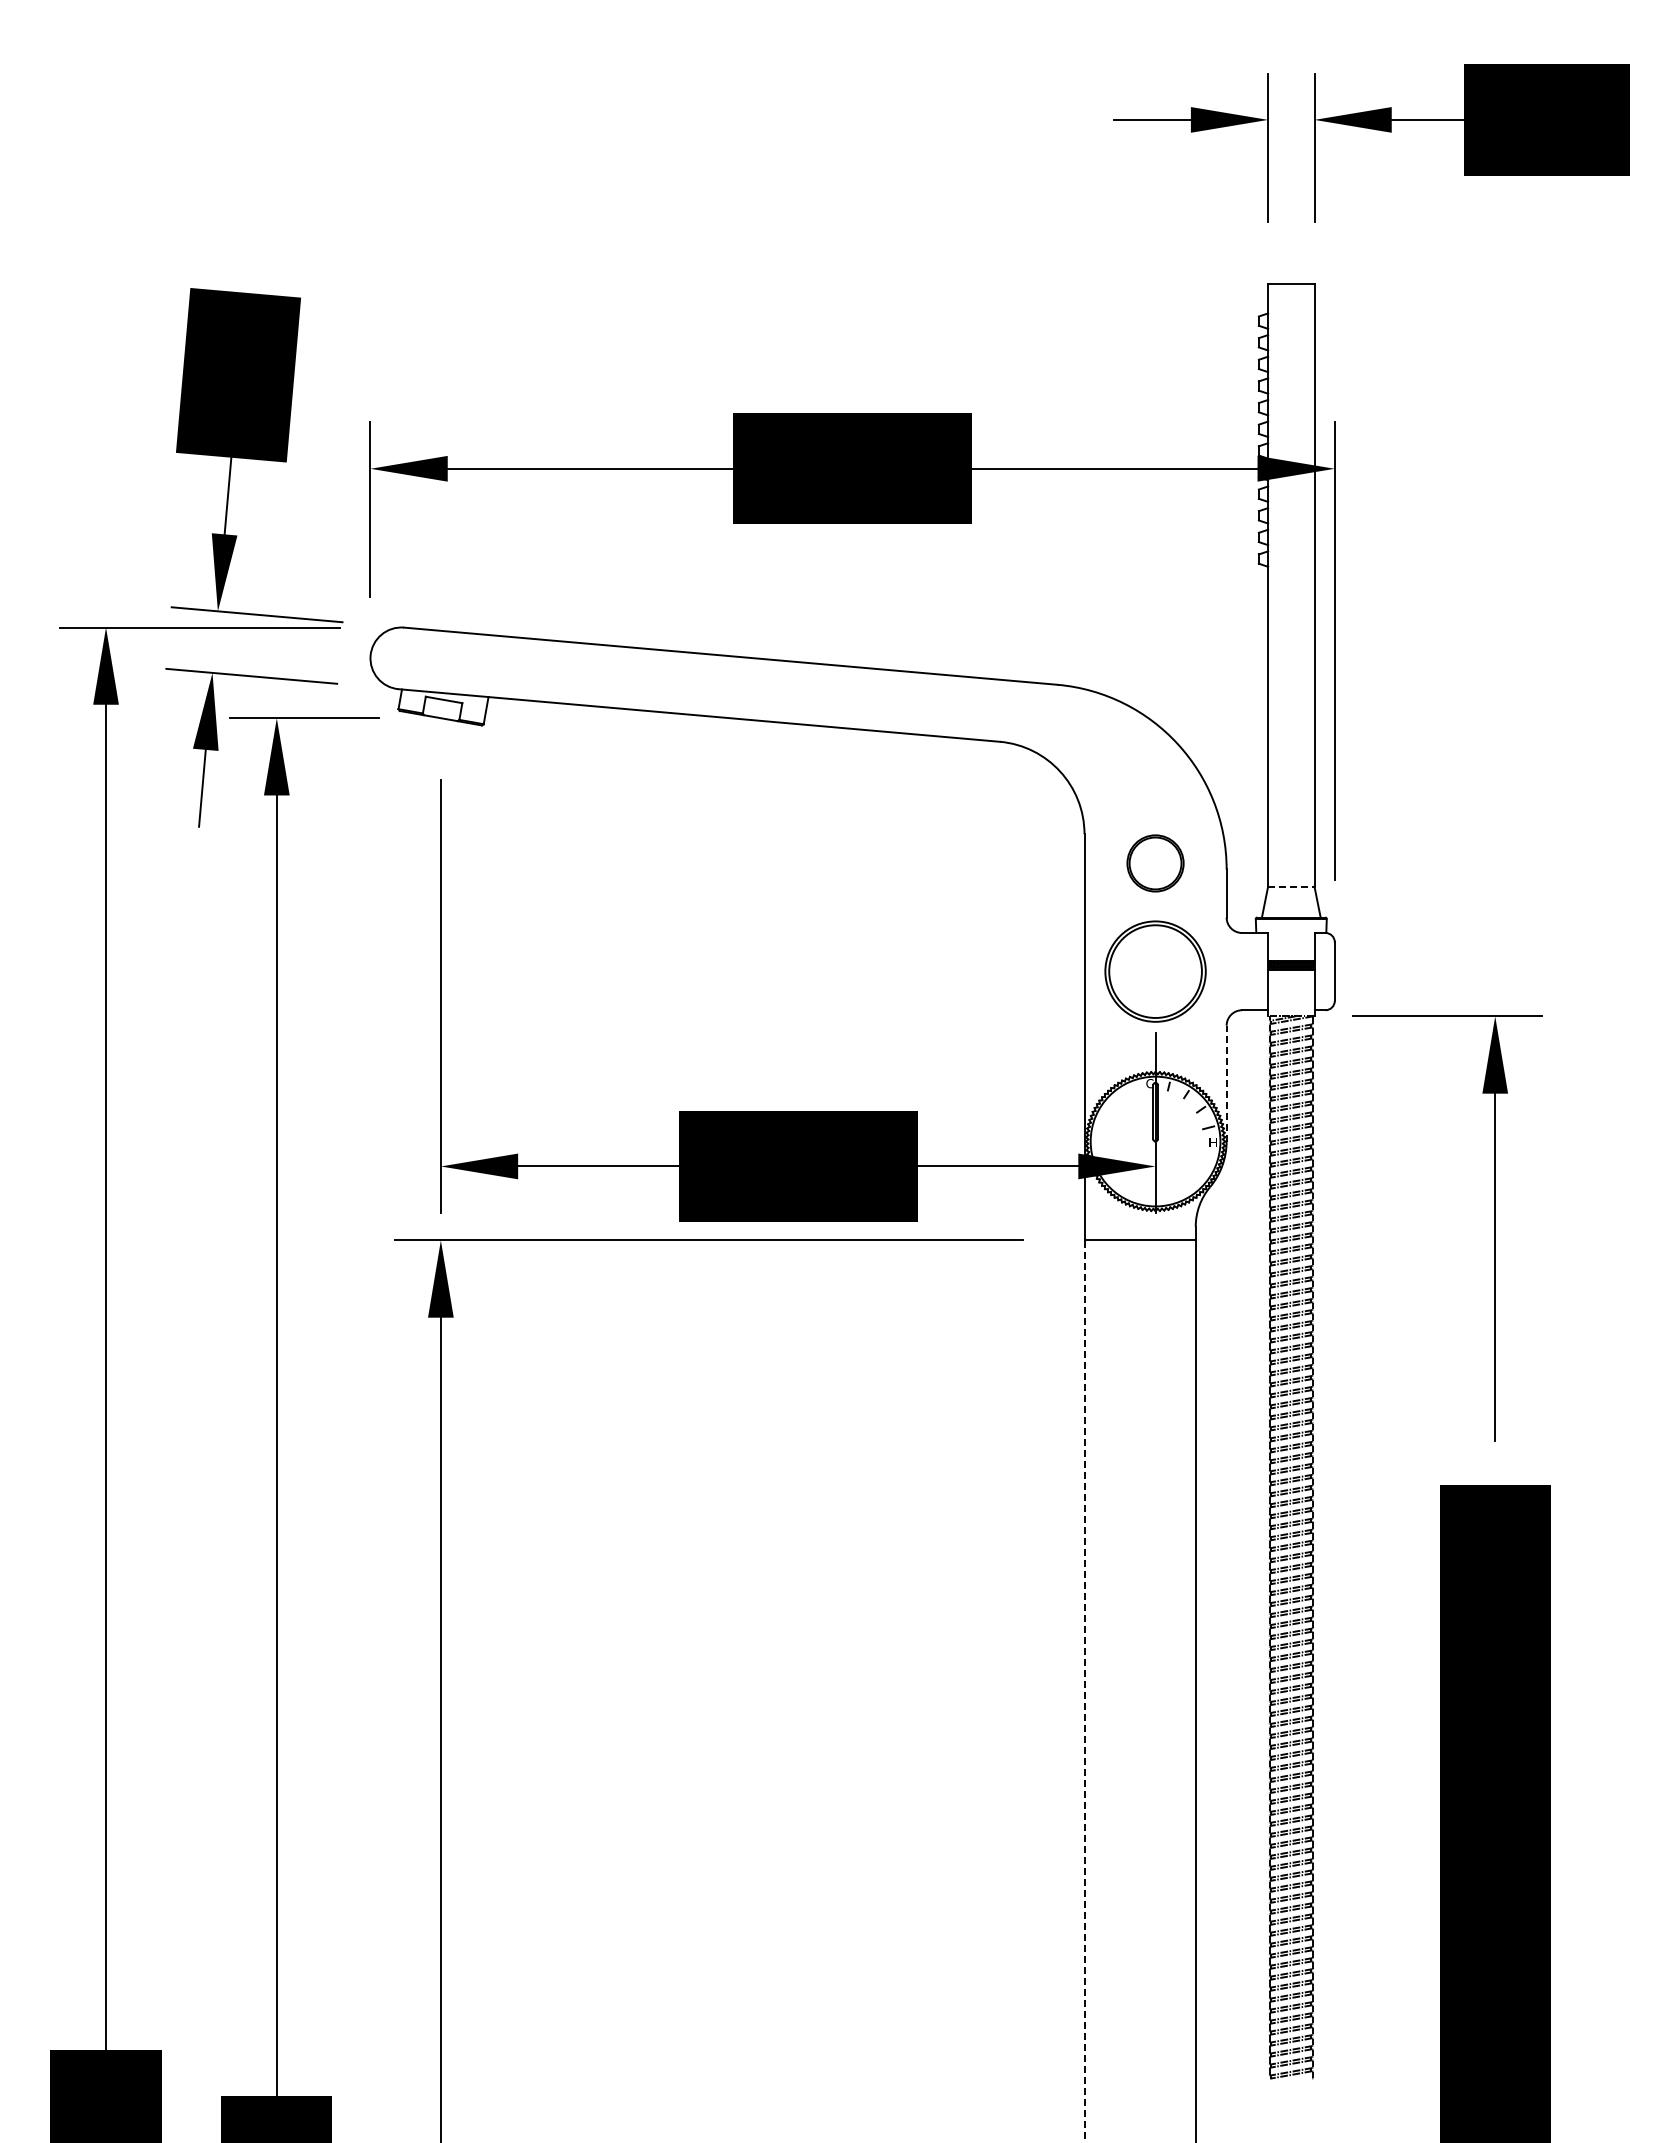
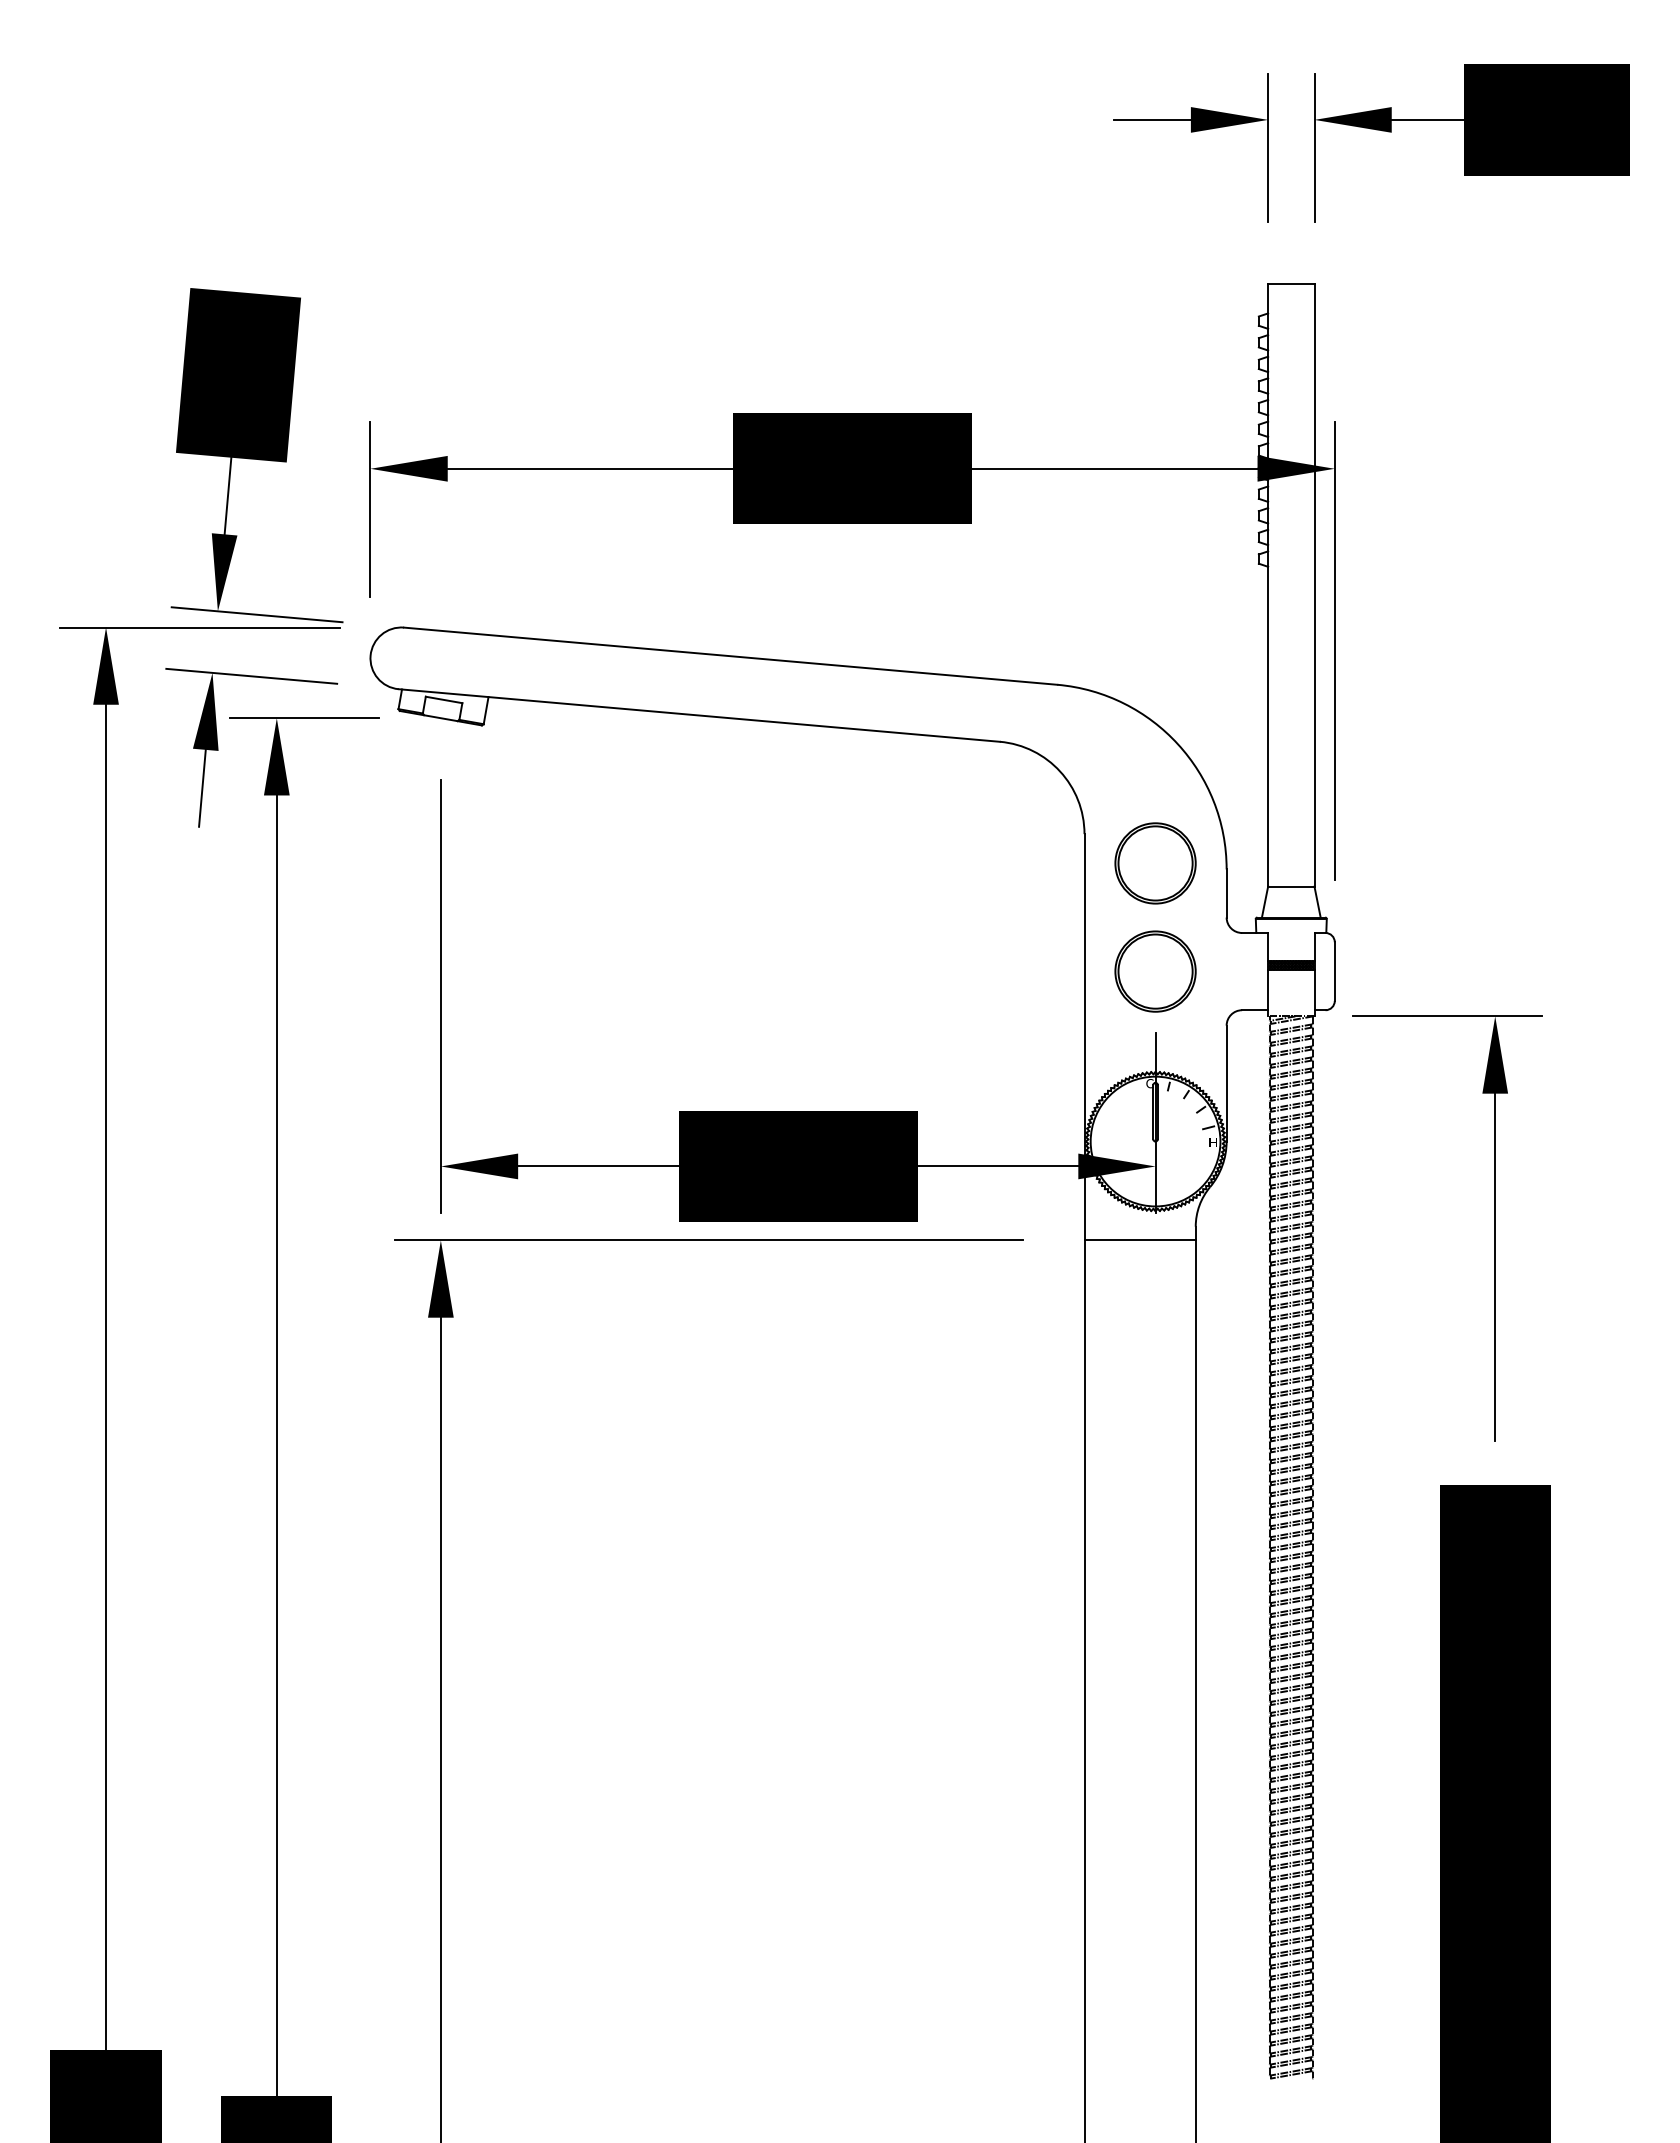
part at (1155, 863) size: 59x59 px -> 83x83 px
line at (1291, 886): dashed -> solid
part at (1155, 971) size: 103x103 px -> 83x83 px
line at (1226, 1083): dashed -> solid
line at (1084, 1691): dashed -> solid
